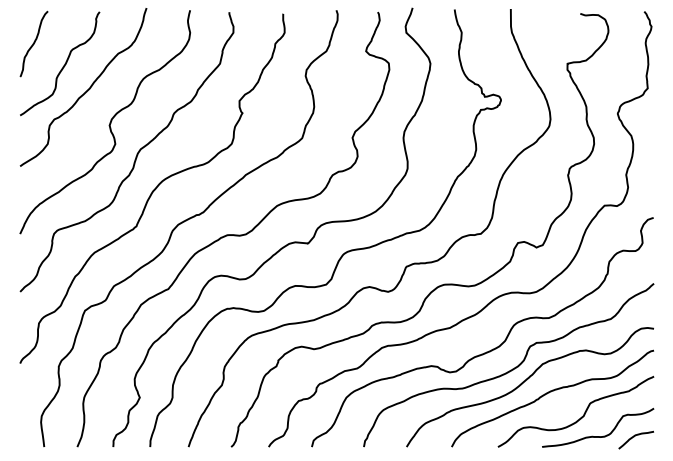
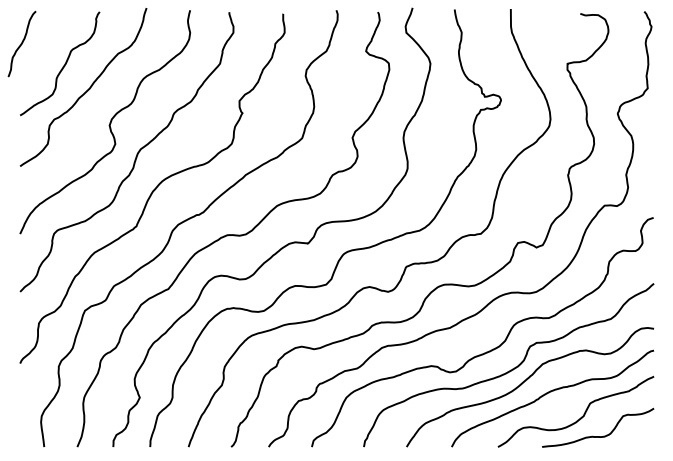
curve at (33, 43) position: (33, 43) -> (21, 43)
curve at (634, 437): present -> none
